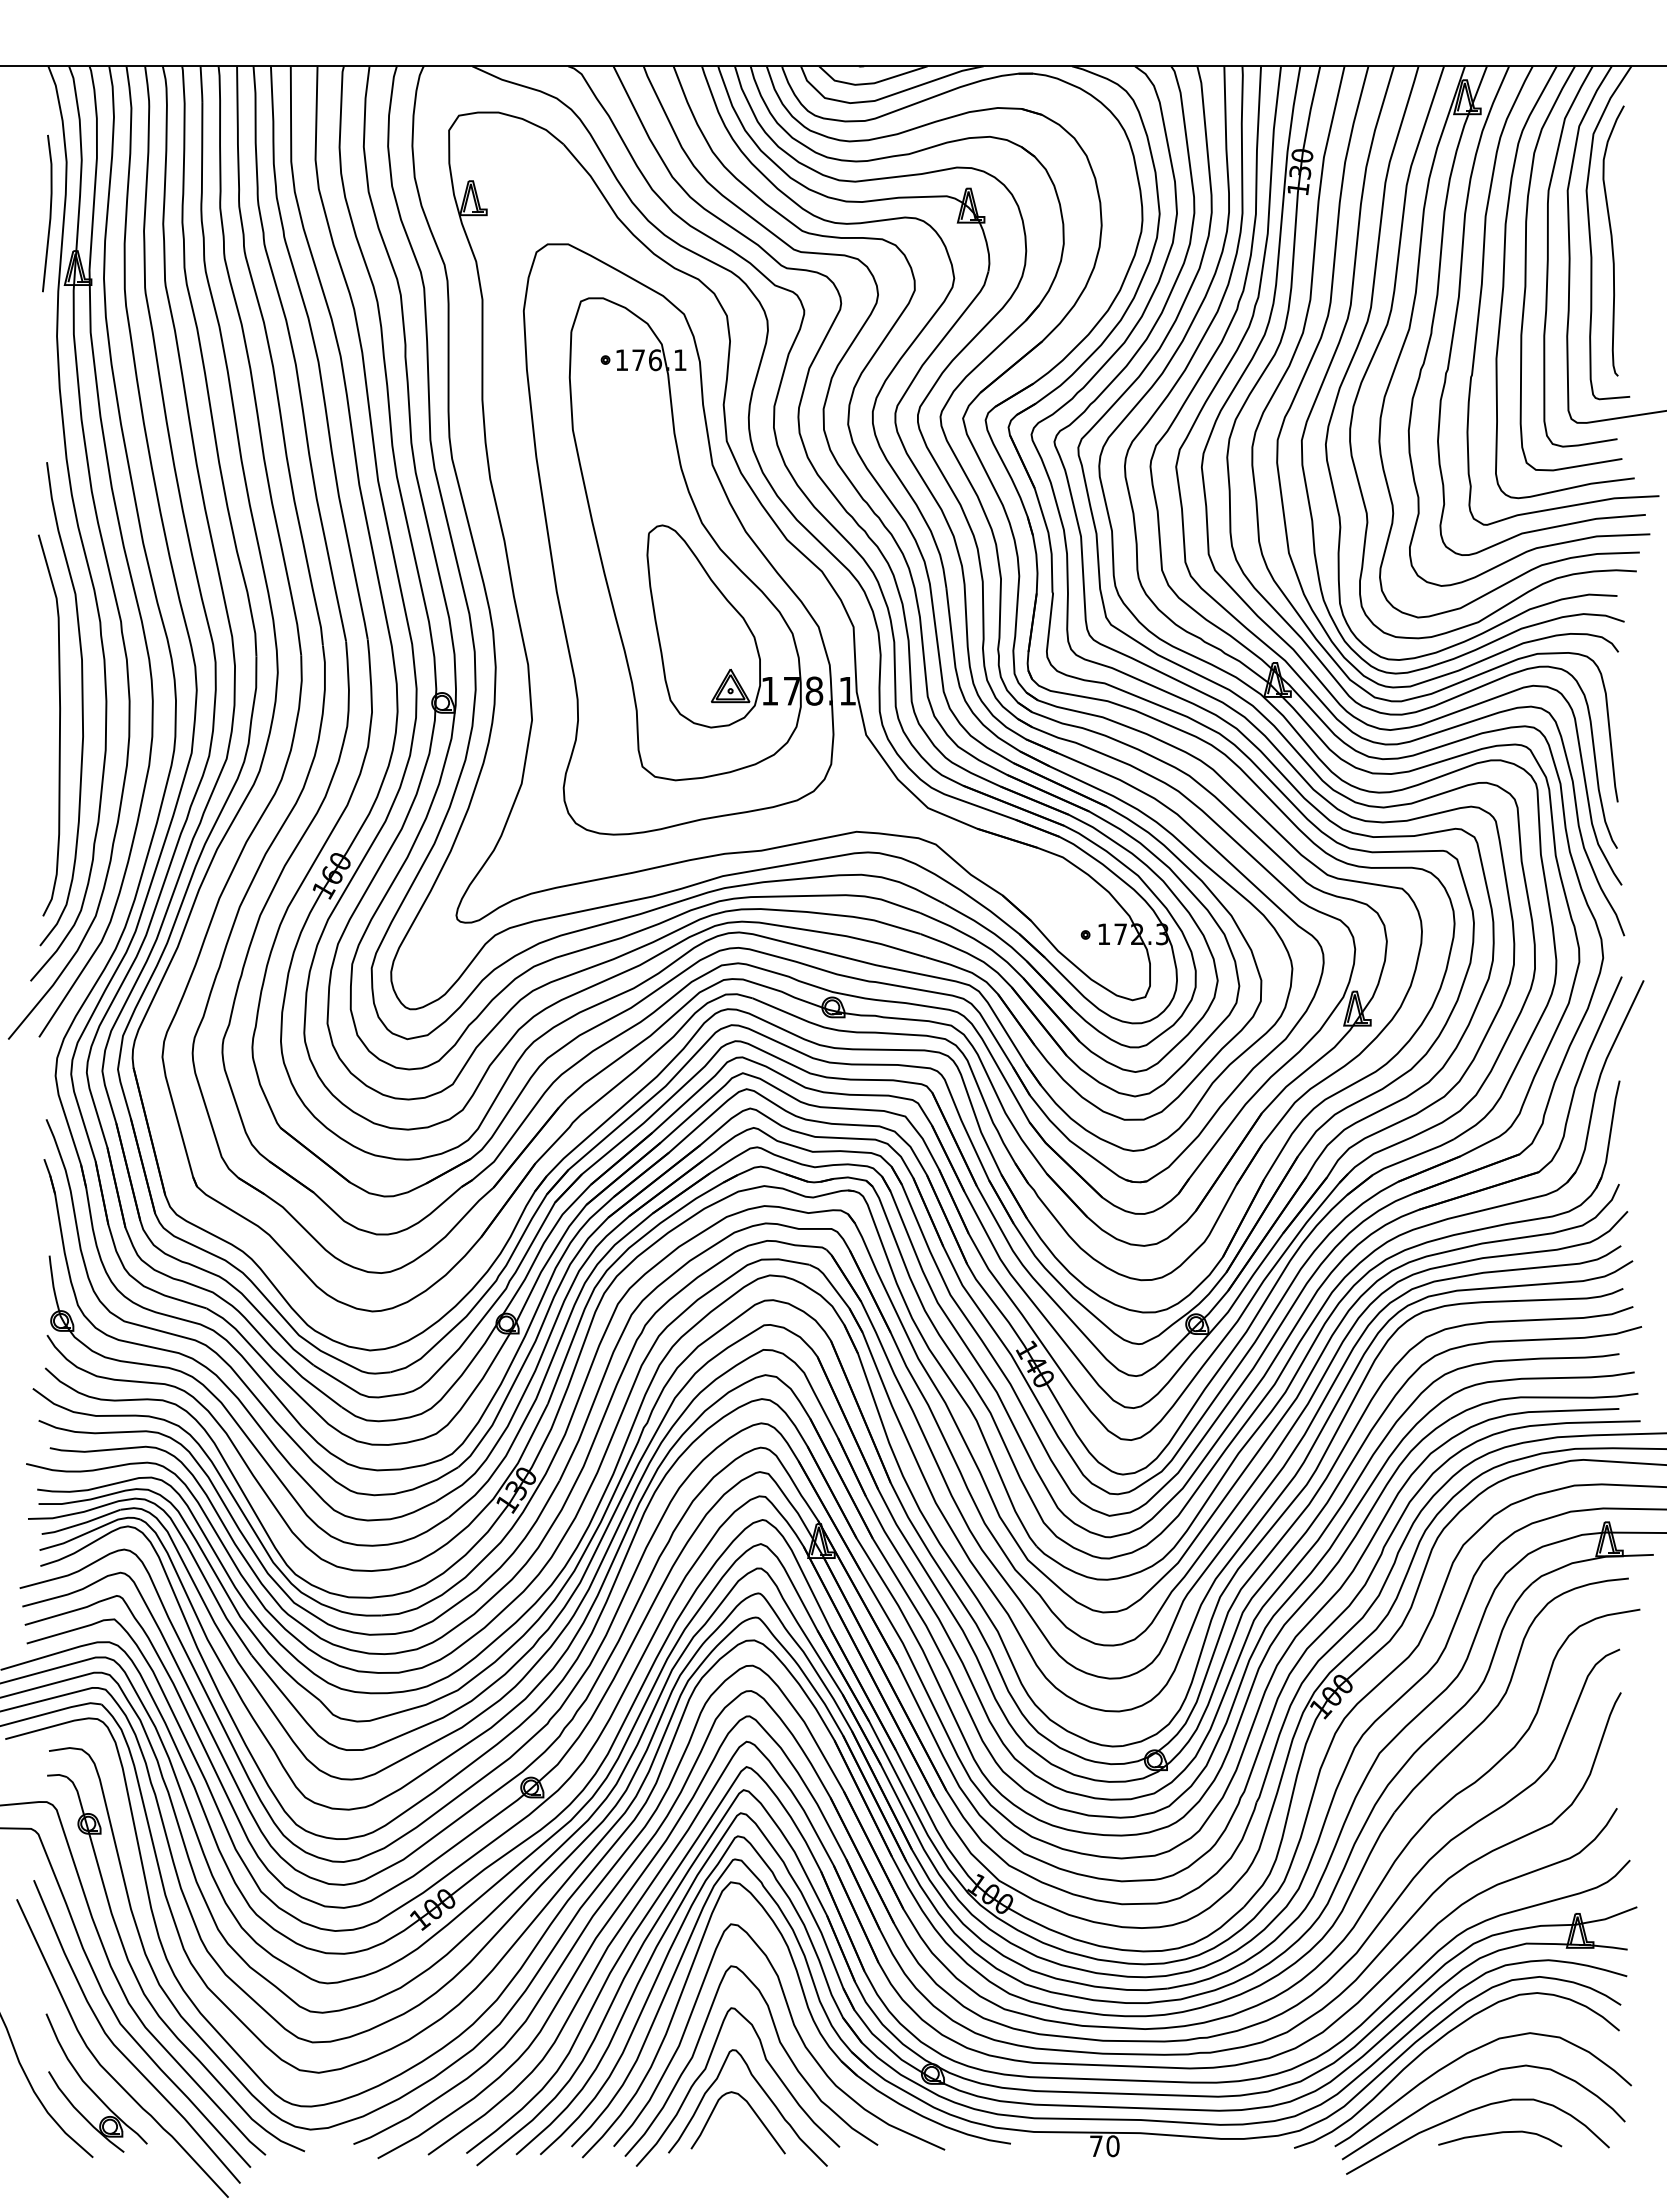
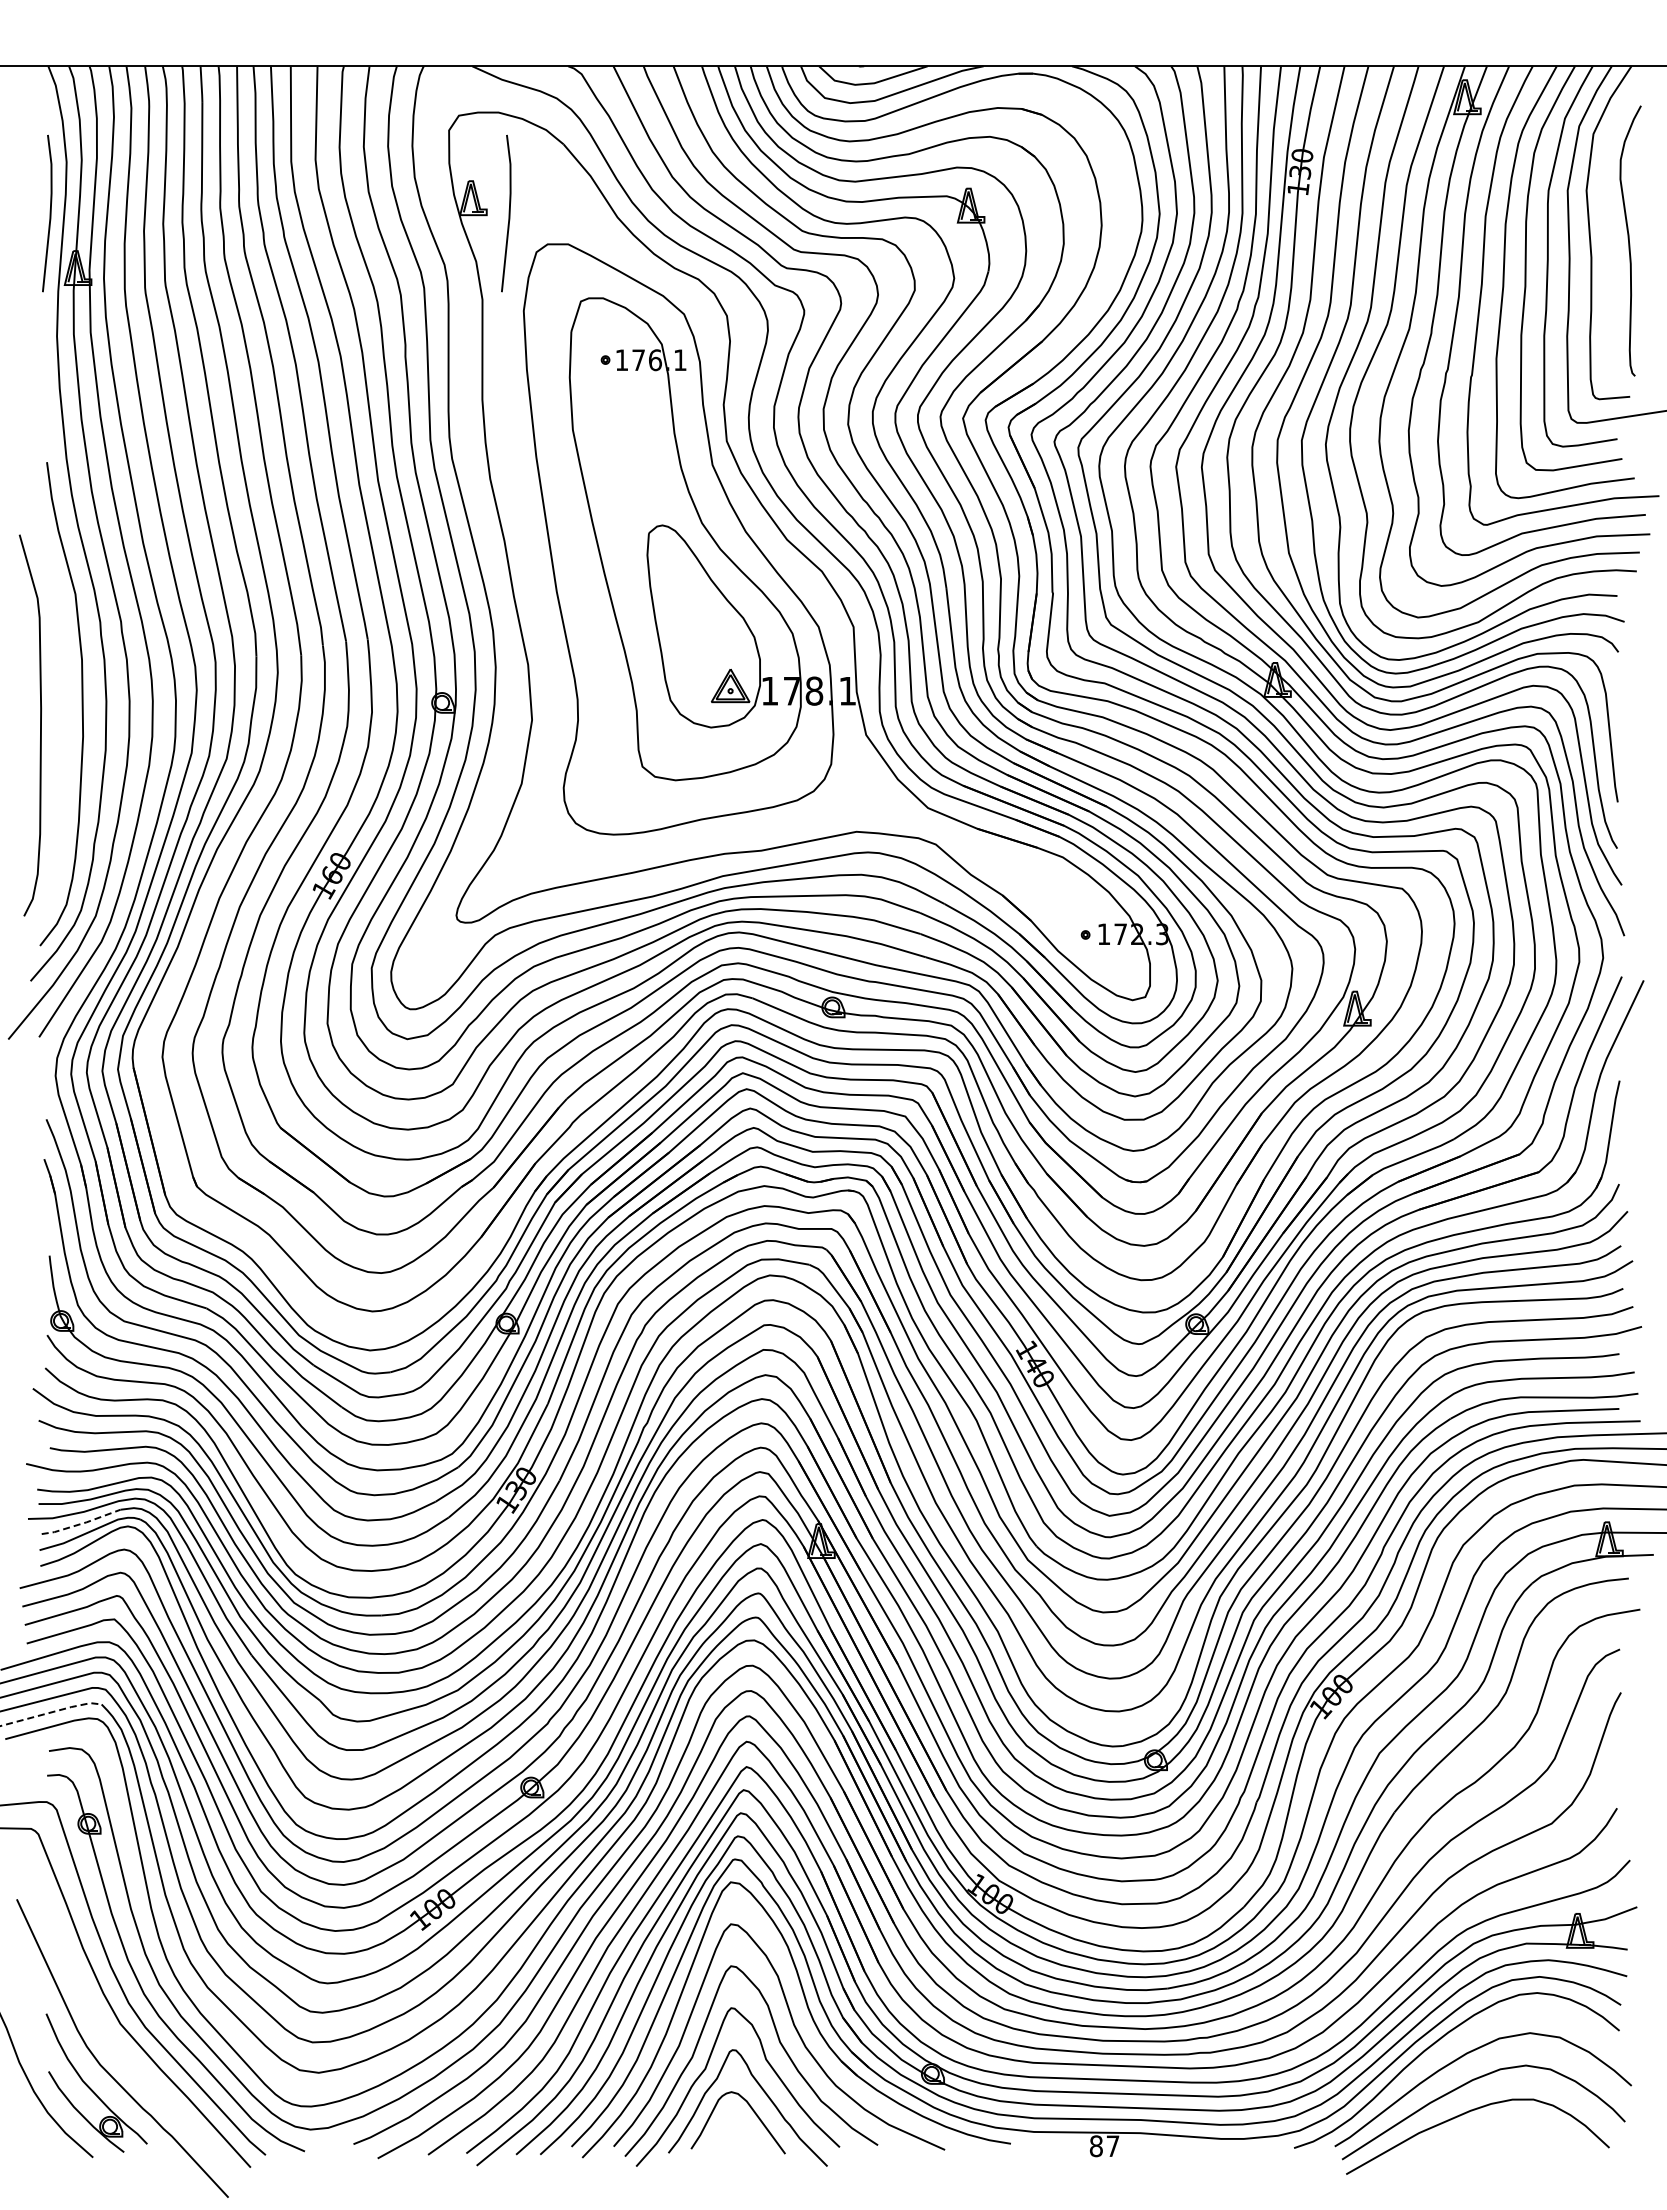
line at (508, 213): none -> present
curve at (1612, 240) position: (1612, 240) -> (1629, 240)
curve at (59, 725) position: (59, 725) -> (40, 725)
line at (82, 1523): solid -> dashed
line at (52, 1712): solid -> dashed
curve at (115, 2044): present -> none
curve at (1500, 2133): present -> none
text at (1104, 2146): 70 -> 87
